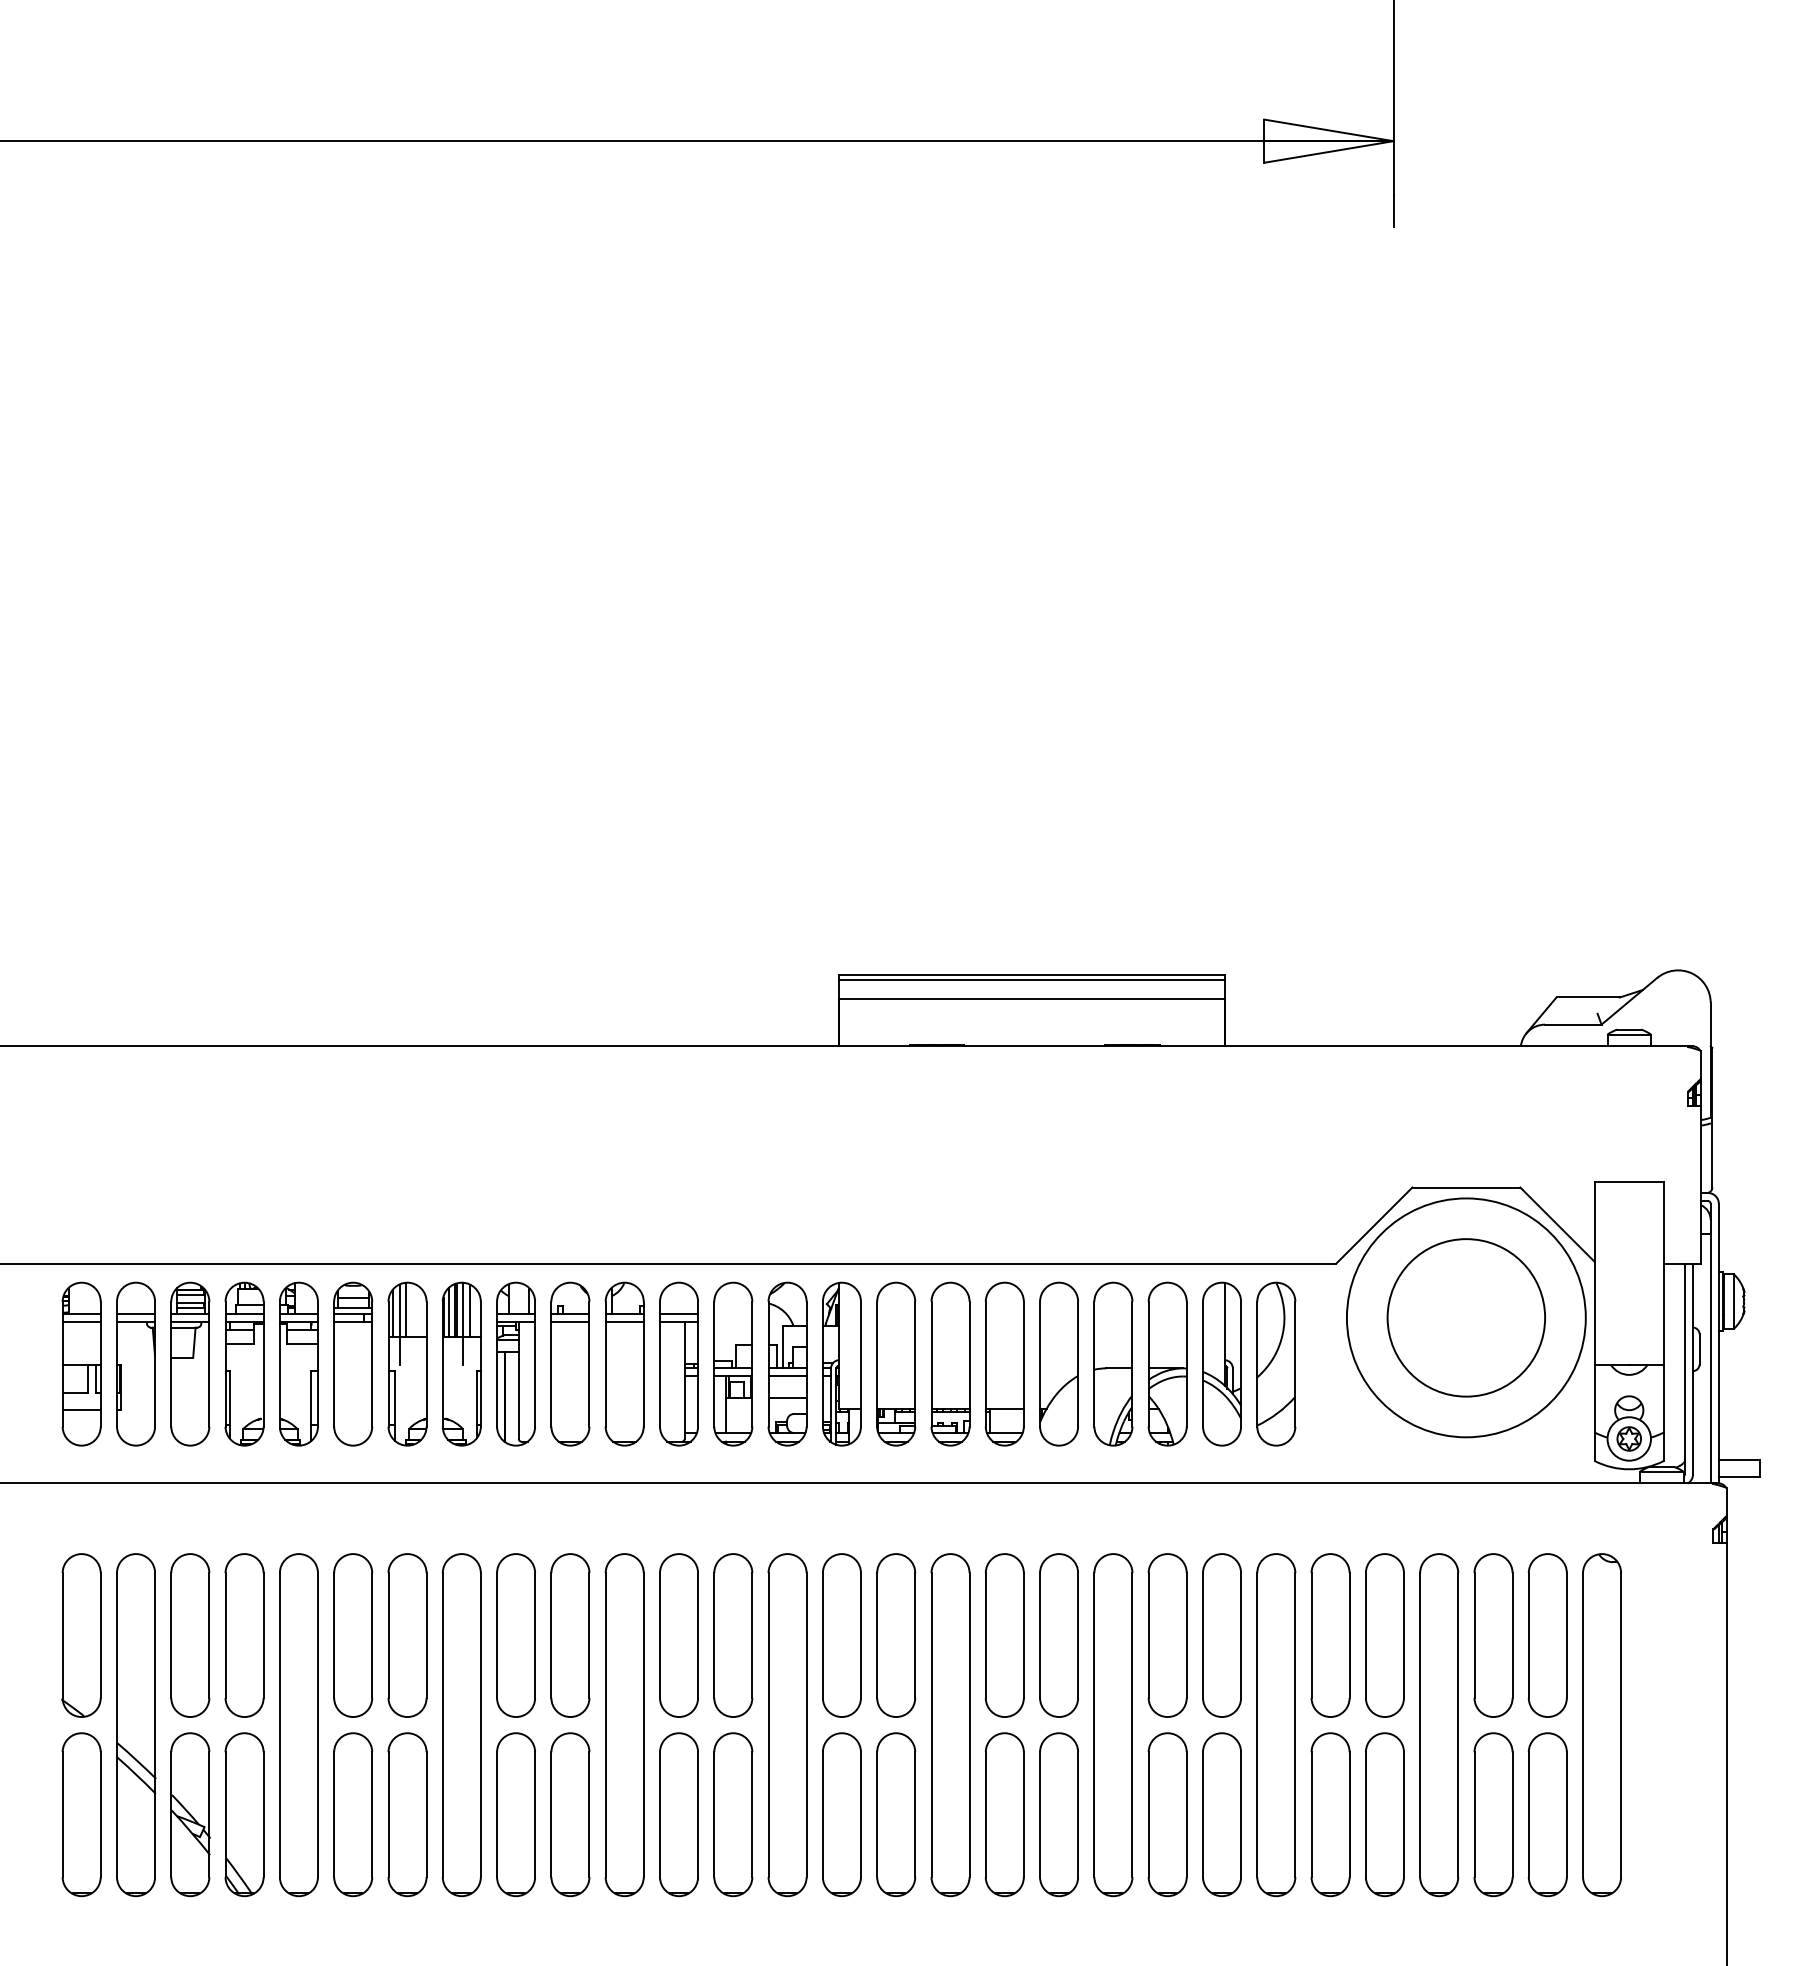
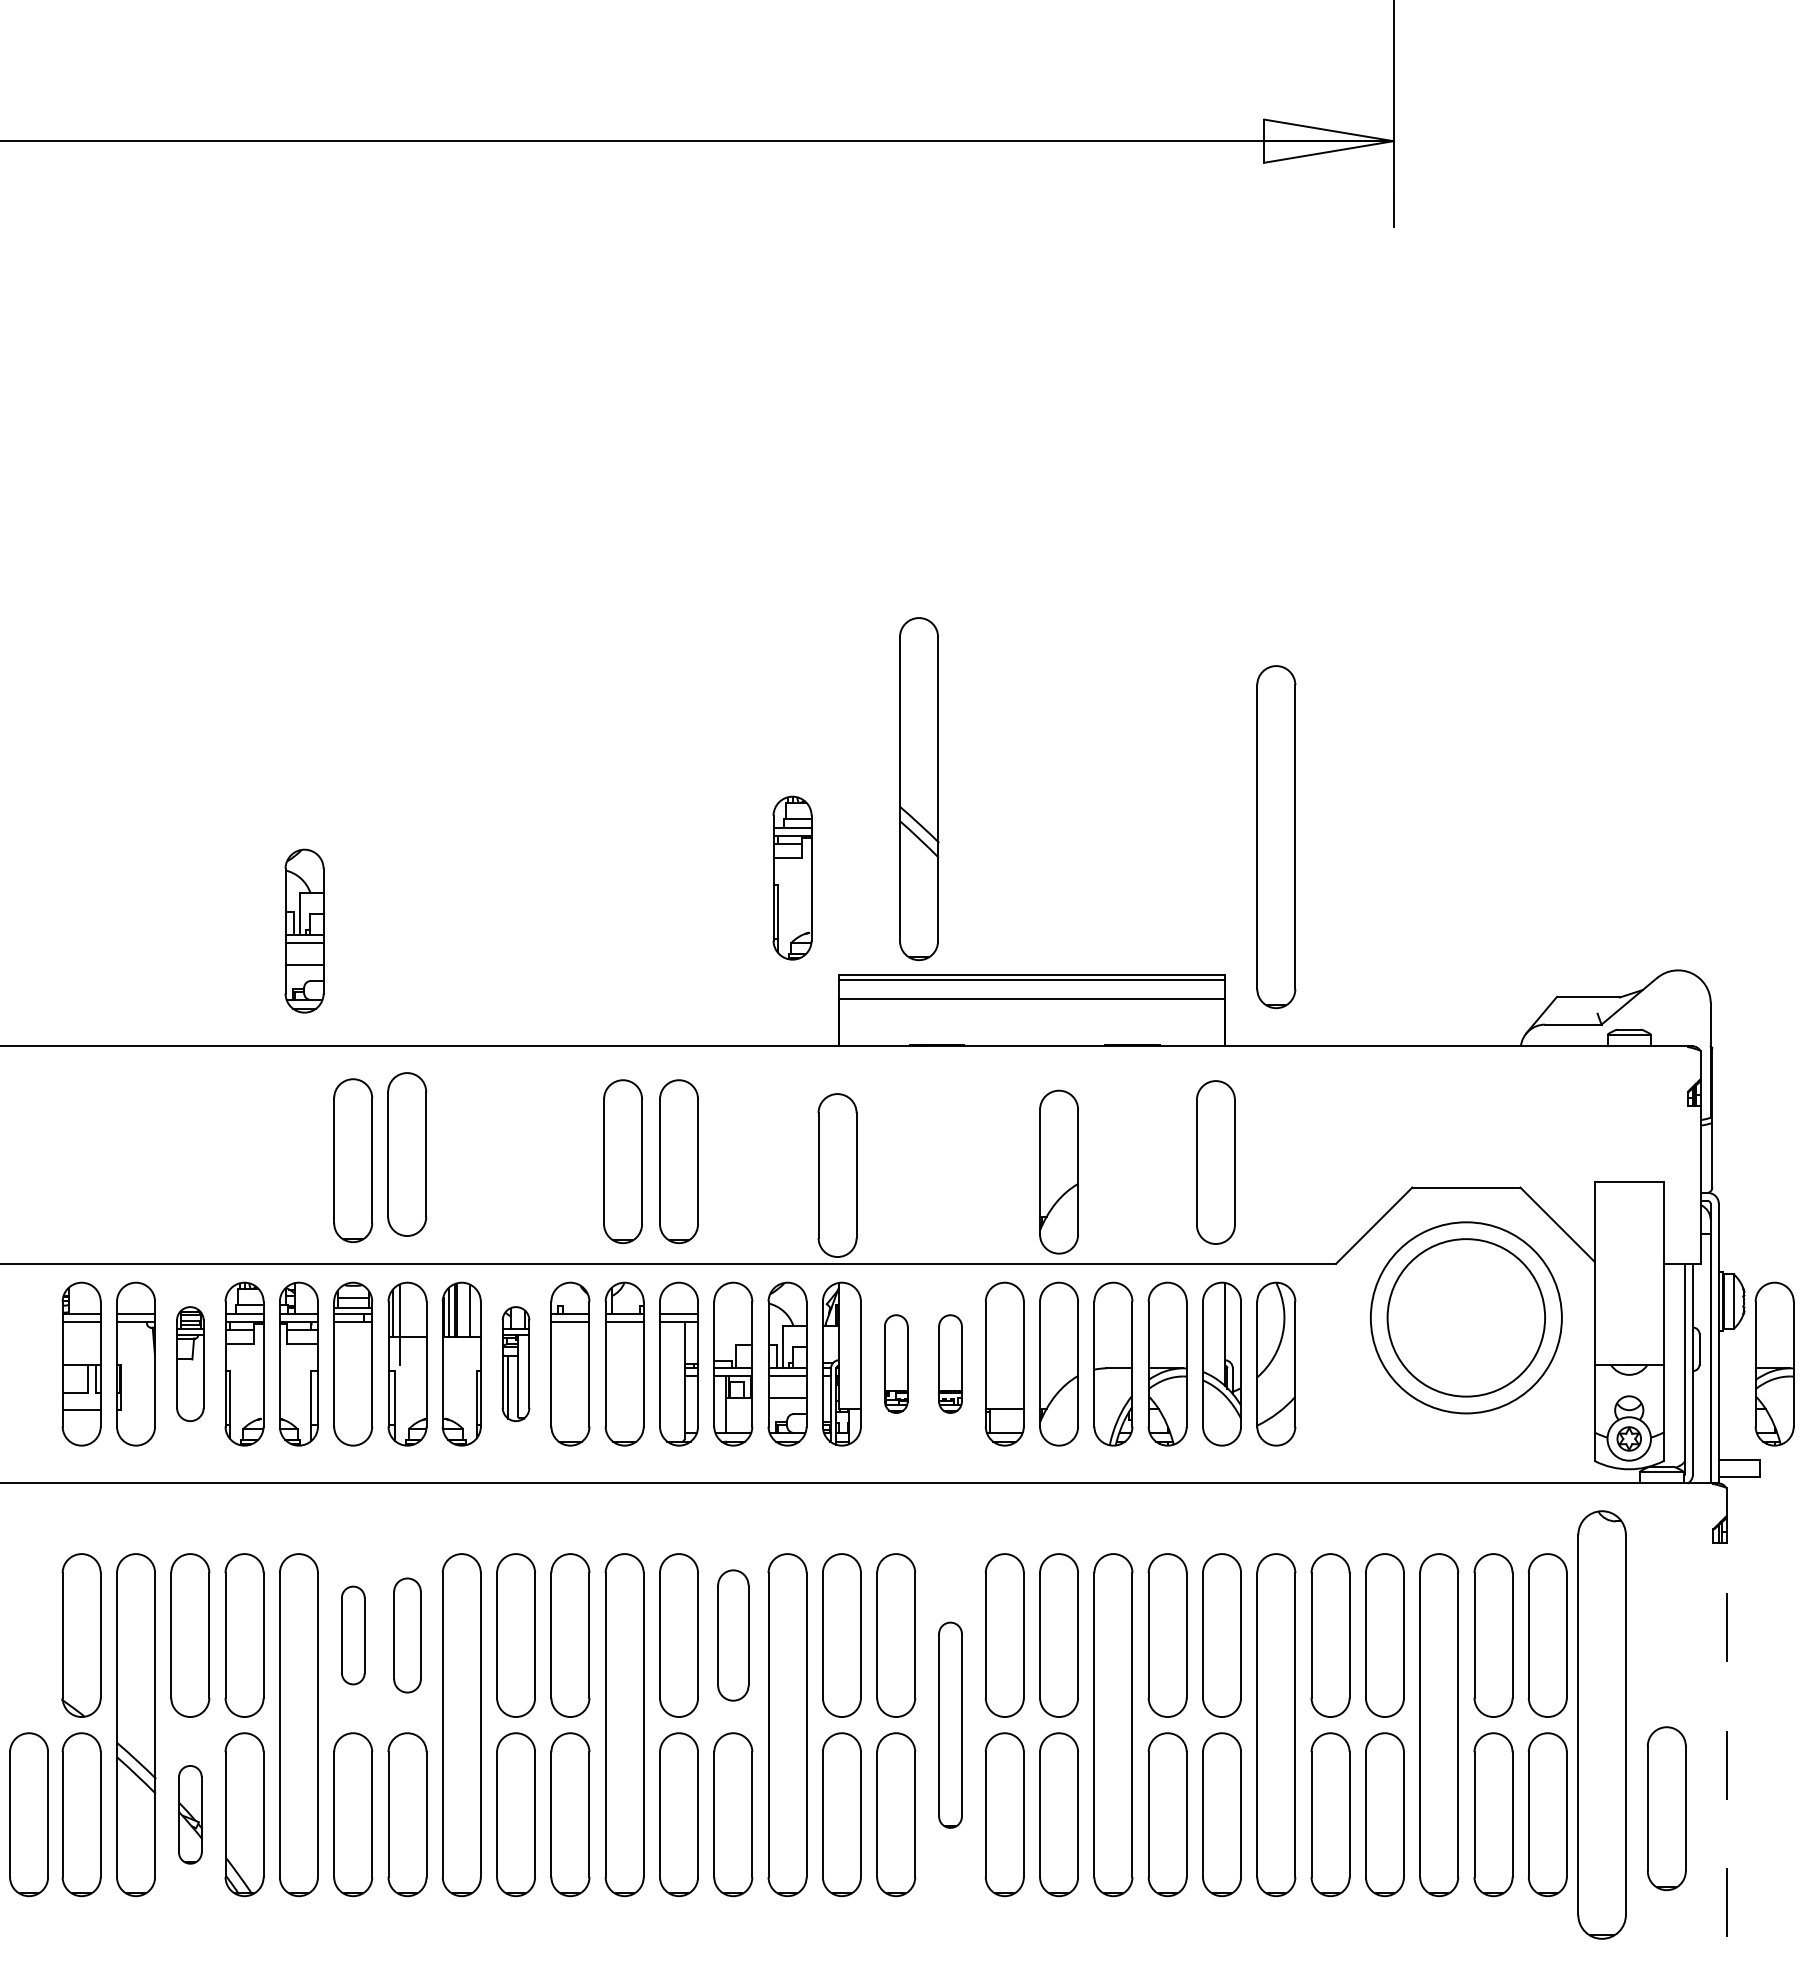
part at (919, 789): none -> present
part at (1276, 837): none -> present
part at (792, 877): none -> present
part at (304, 930): none -> present
part at (407, 1154): none -> present
part at (353, 1160): none -> present
part at (622, 1161): none -> present
part at (678, 1161): none -> present
part at (1215, 1162): none -> present
part at (1058, 1171): none -> present
part at (837, 1175): none -> present
line at (406, 1310): present -> none
circle at (1465, 1317) diameter: 239 px -> 191 px
line at (463, 1323): present -> none
part at (190, 1363) size: 41x166 px -> 29x116 px
part at (515, 1363) size: 40x166 px -> 30x116 px
part at (896, 1363) size: 41x166 px -> 25x100 px
part at (950, 1363) size: 41x166 px -> 25x100 px
part at (1774, 1363): none -> present
part at (353, 1635) size: 41x165 px -> 25x101 px
part at (407, 1635) size: 41x165 px -> 29x117 px
part at (733, 1635) size: 41x165 px -> 33x133 px
part at (950, 1725) size: 41x345 px -> 25x208 px
part at (1601, 1725) size: 40x345 px -> 50x430 px
line at (1726, 1753): solid -> dashed
part at (1666, 1808): none -> present
part at (28, 1814): none -> present
part at (190, 1814) size: 41x166 px -> 25x100 px
